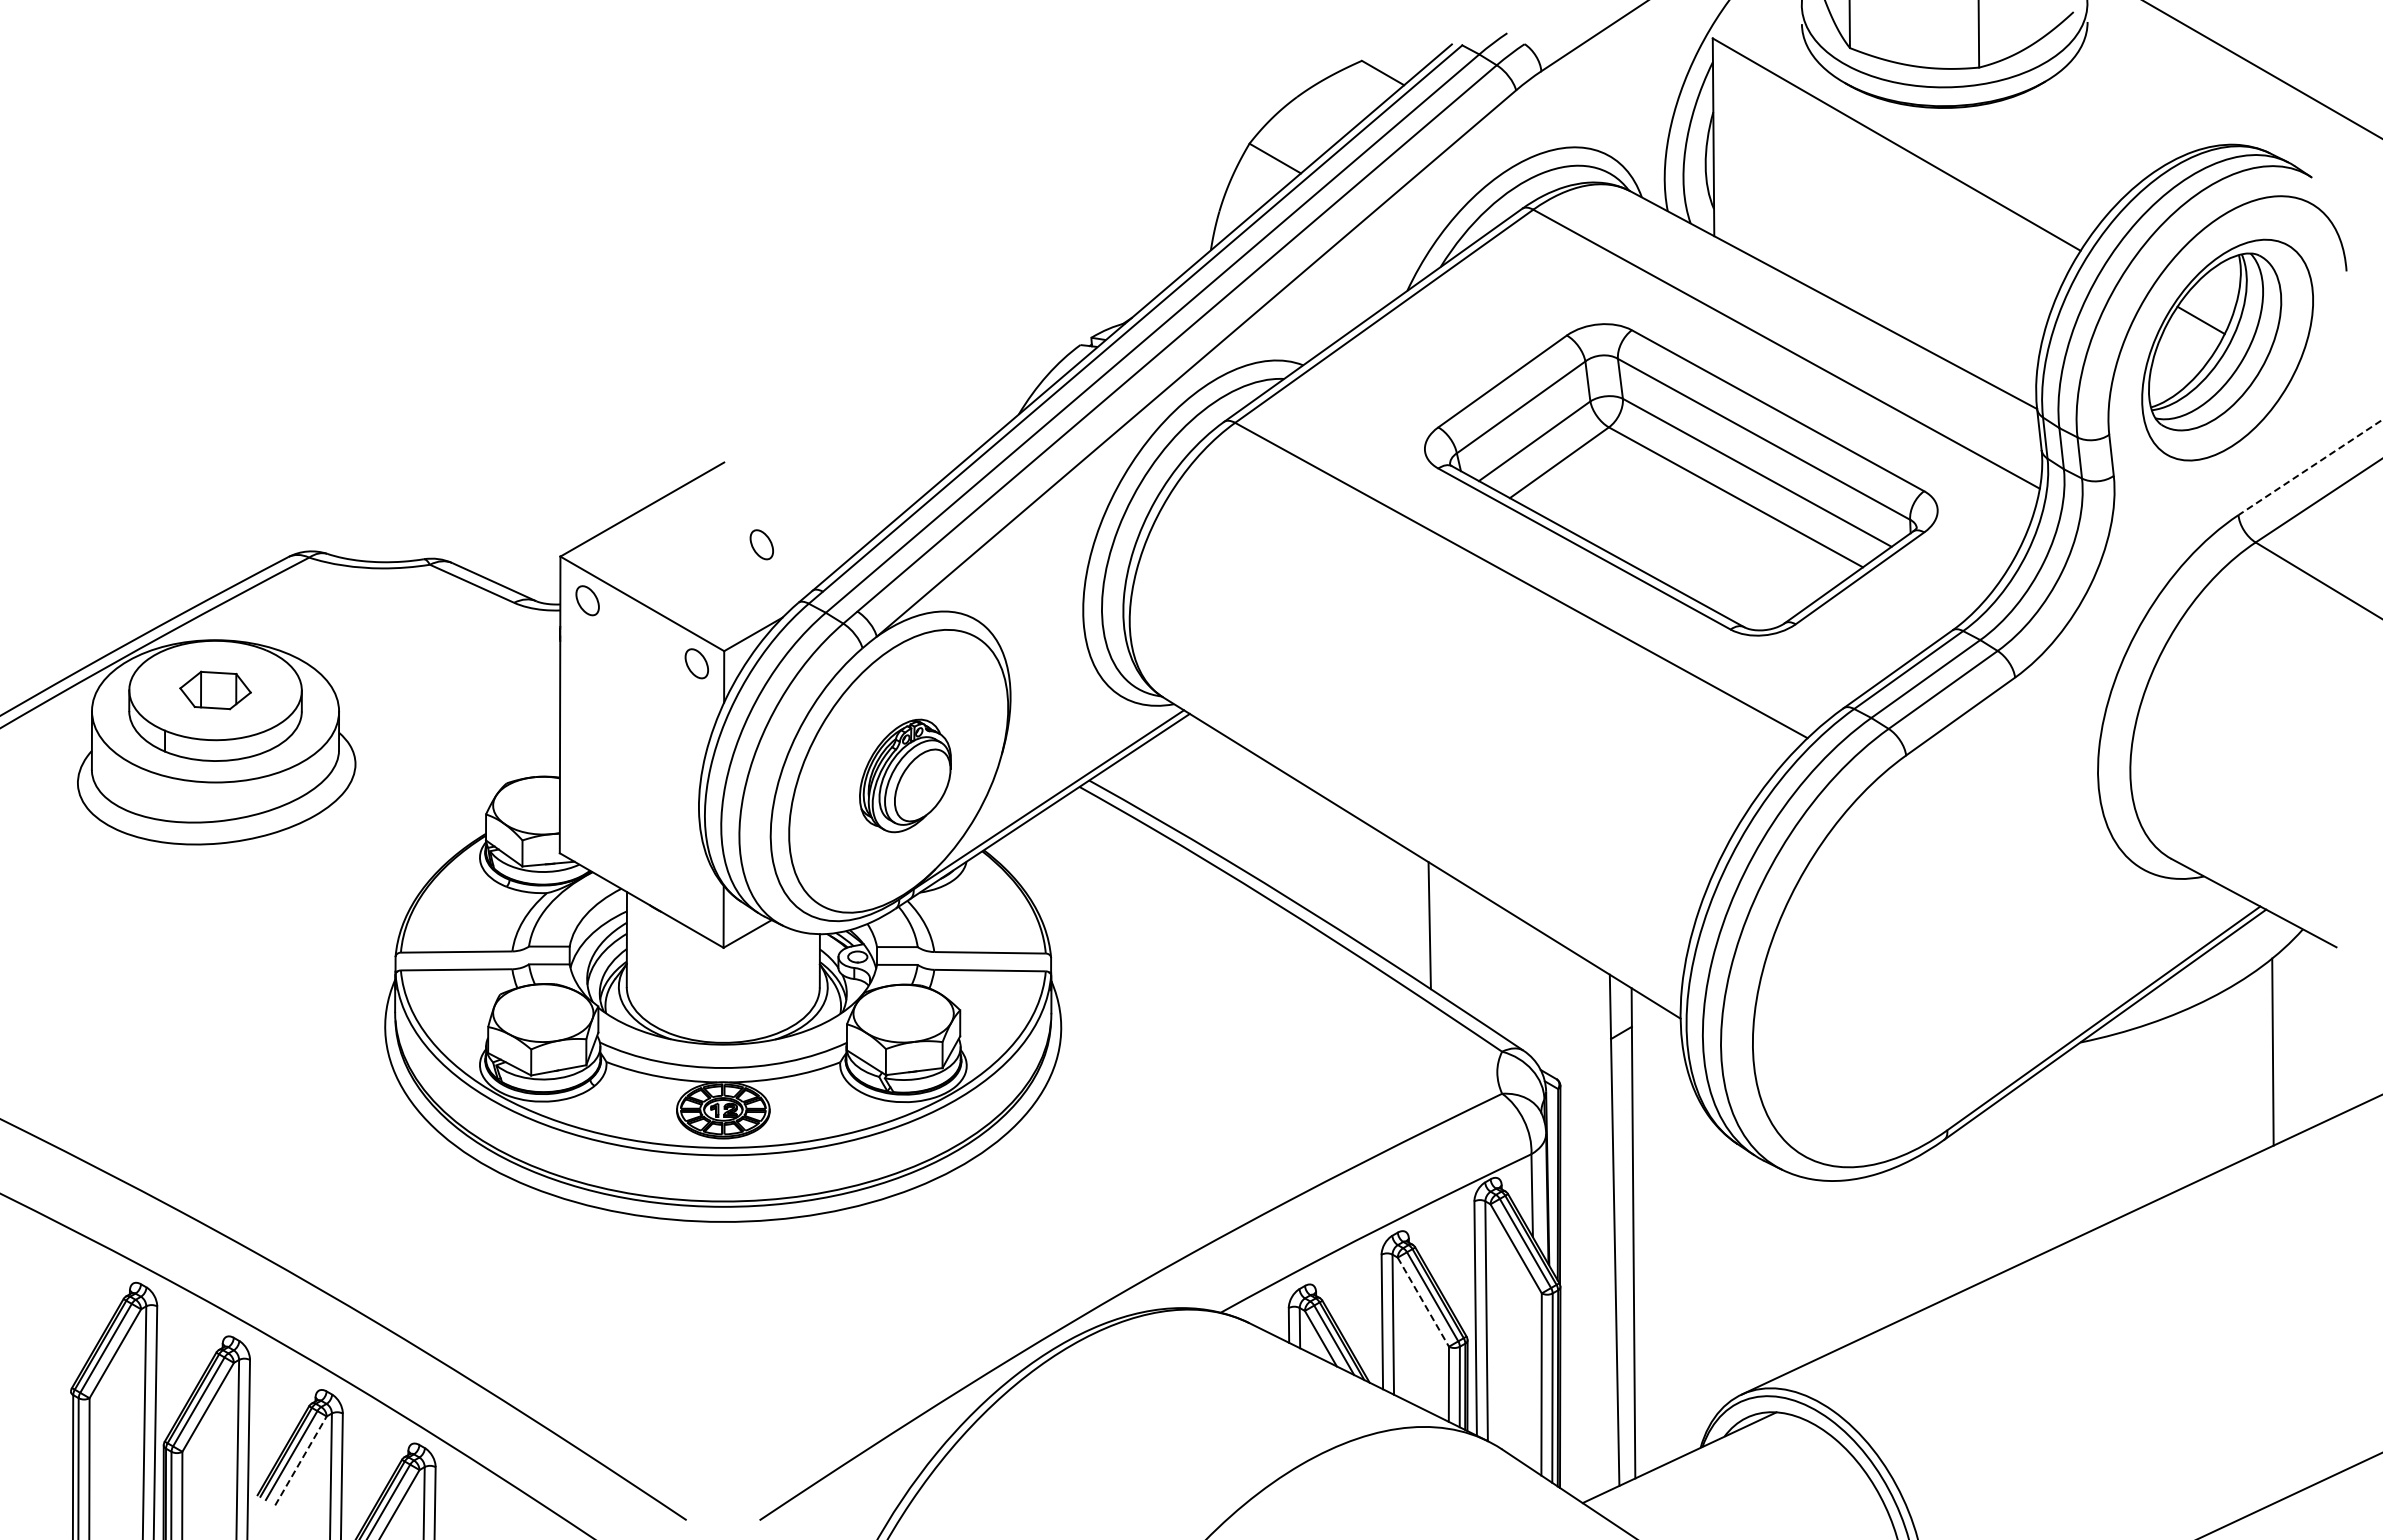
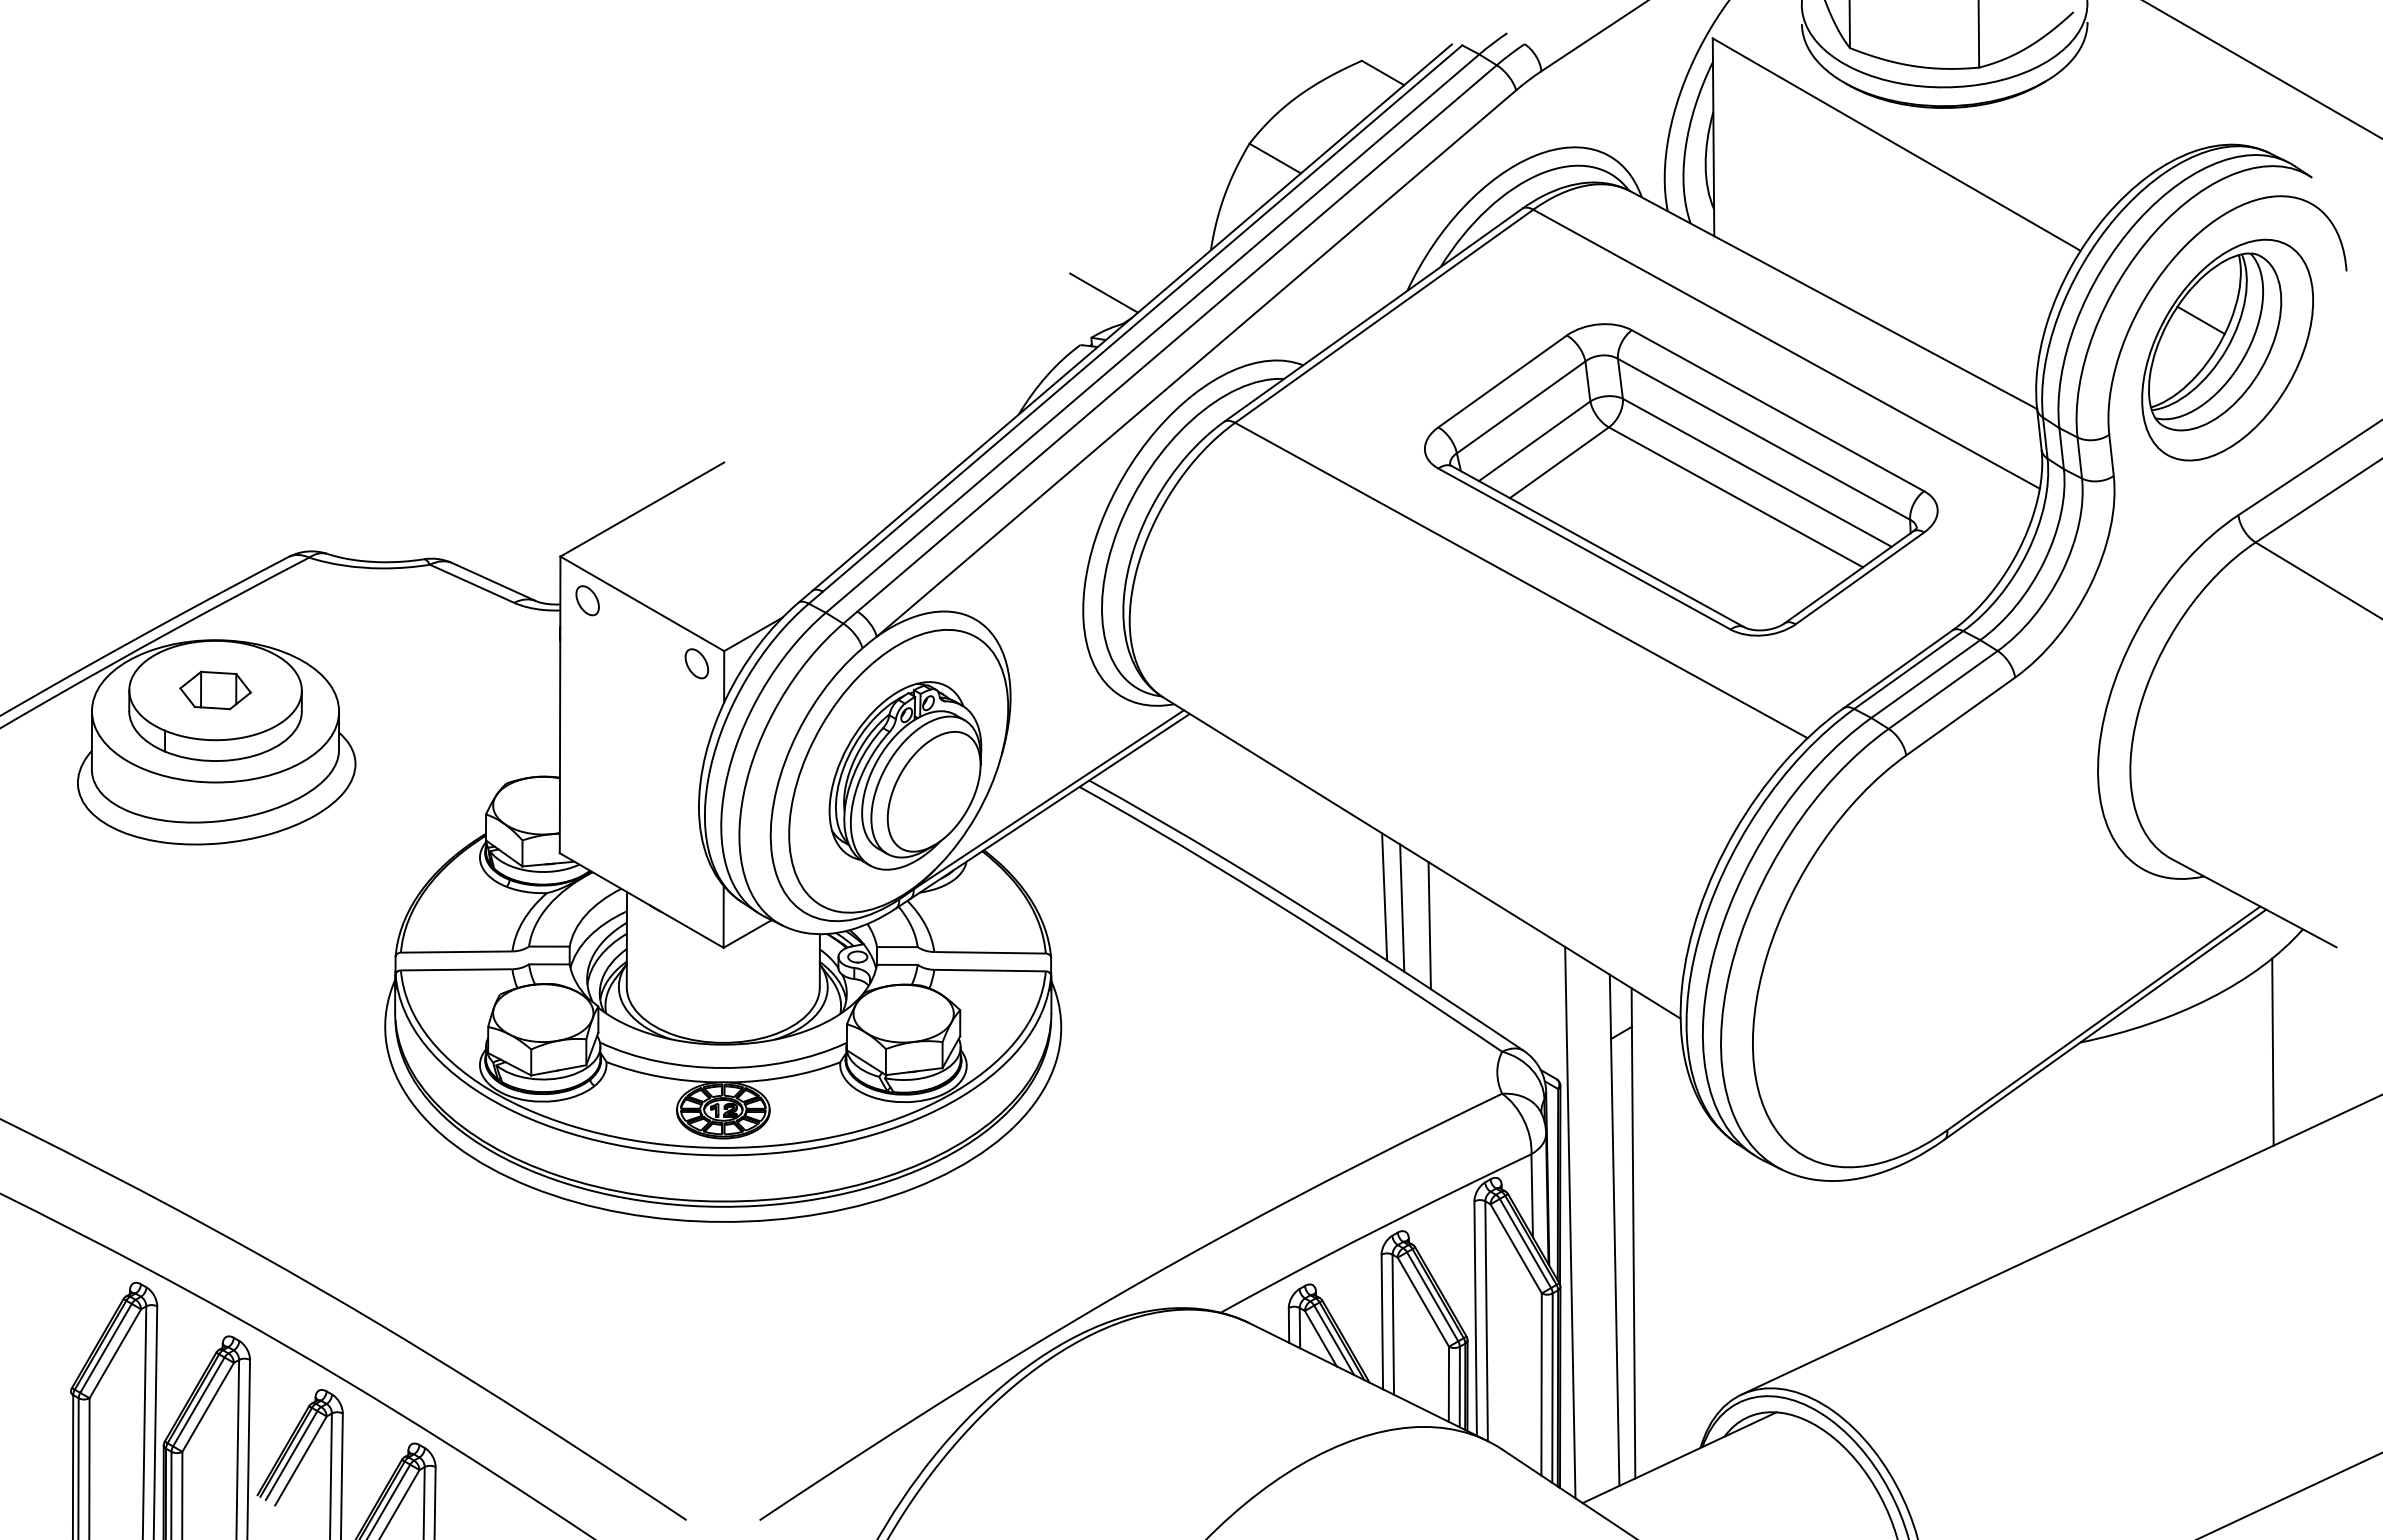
line at (1103, 292): none -> present
line at (2310, 467): dashed -> solid
part at (761, 544): present -> none
part at (905, 775) size: 93x116 px -> 155x190 px
line at (1384, 896): none -> present
line at (1402, 907): none -> present
line at (1570, 1222): none -> present
line at (1423, 1302): dashed -> solid
line at (301, 1460): dashed -> solid
